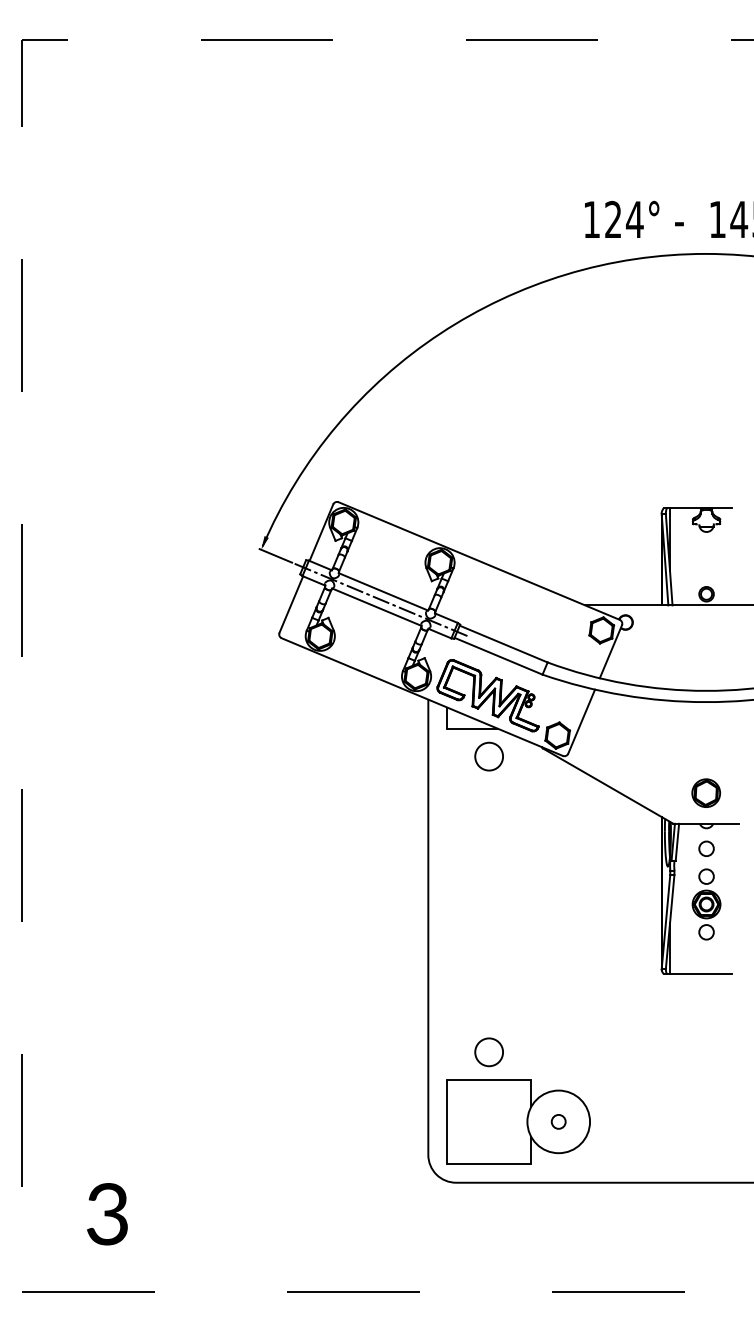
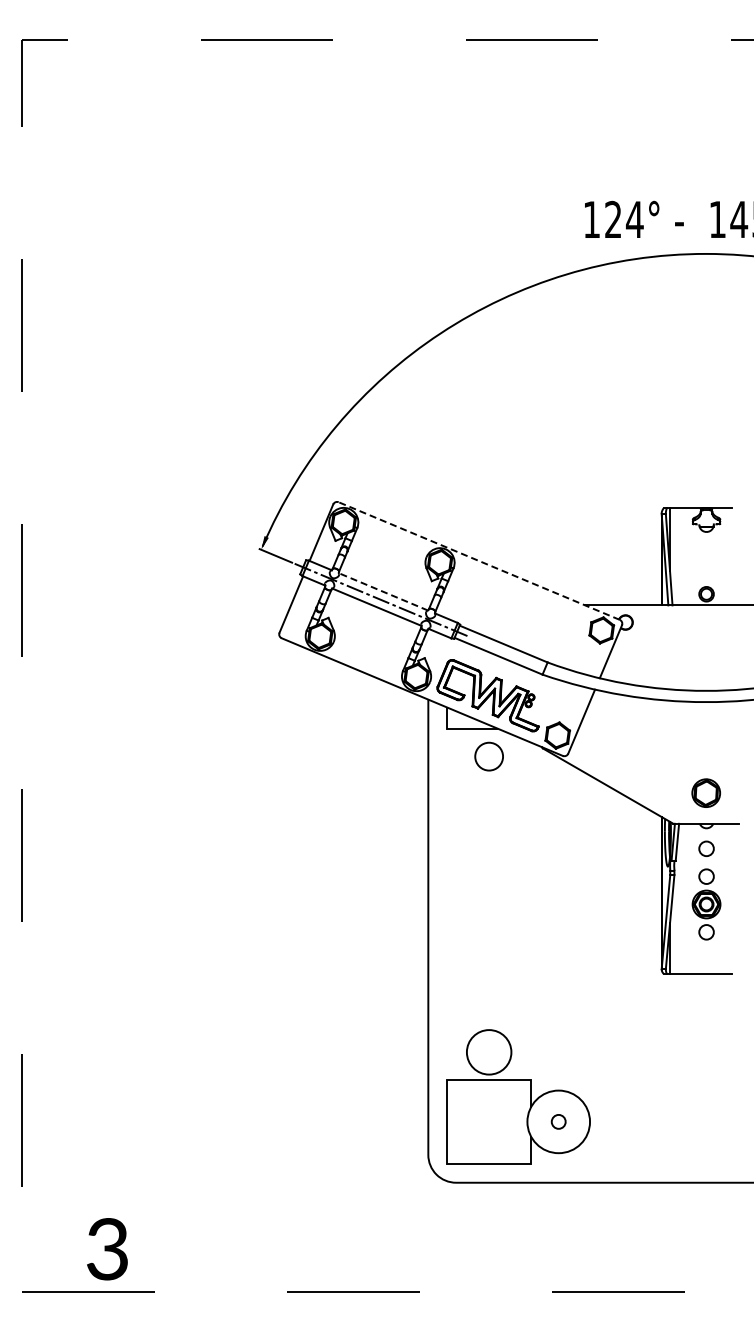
line at (478, 560): solid -> dashed
line at (383, 591): solid -> dashed
circle at (489, 1052) diameter: 28 px -> 45 px
text at (107, 1214) position: (107, 1214) -> (107, 1249)
